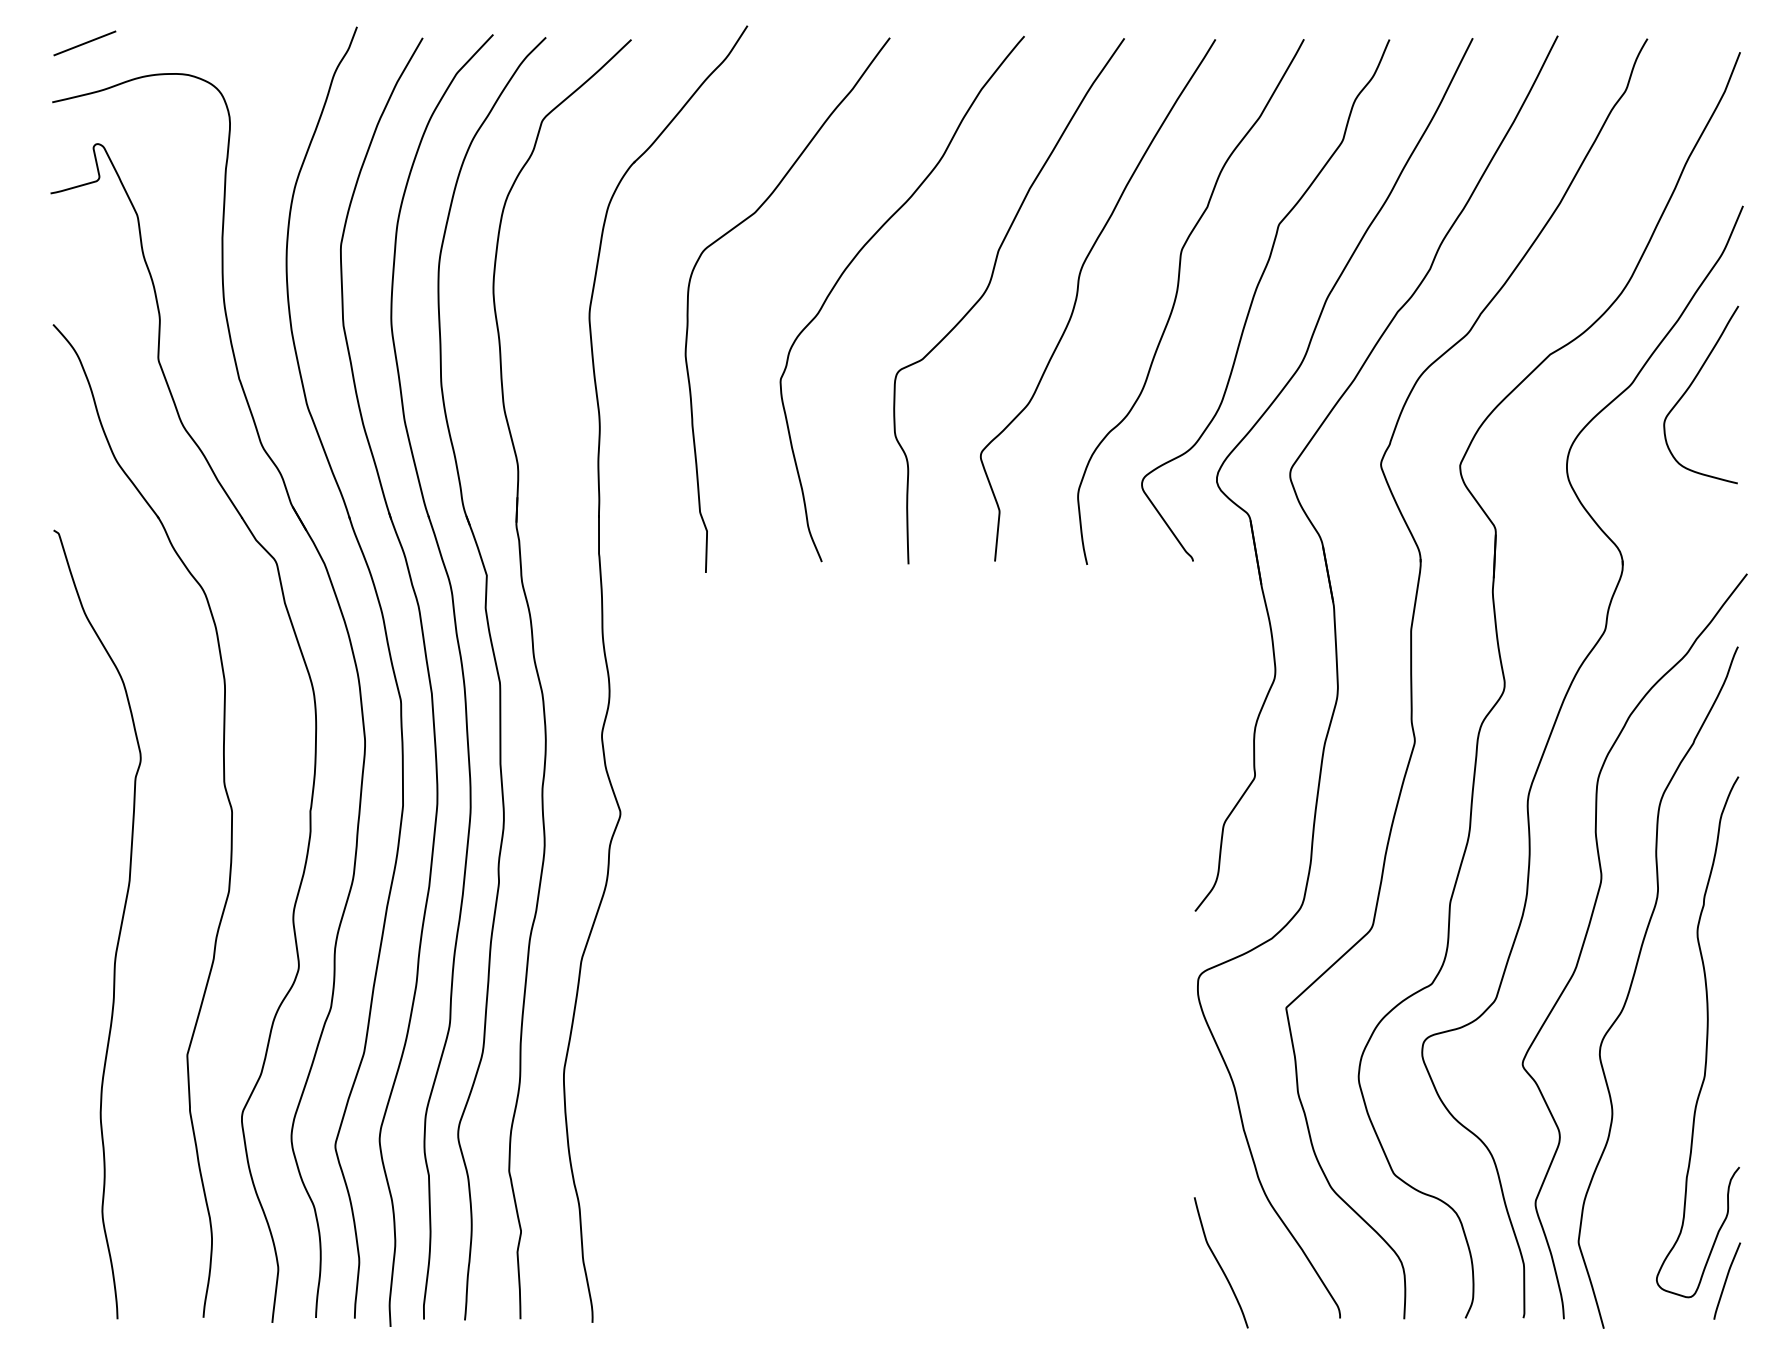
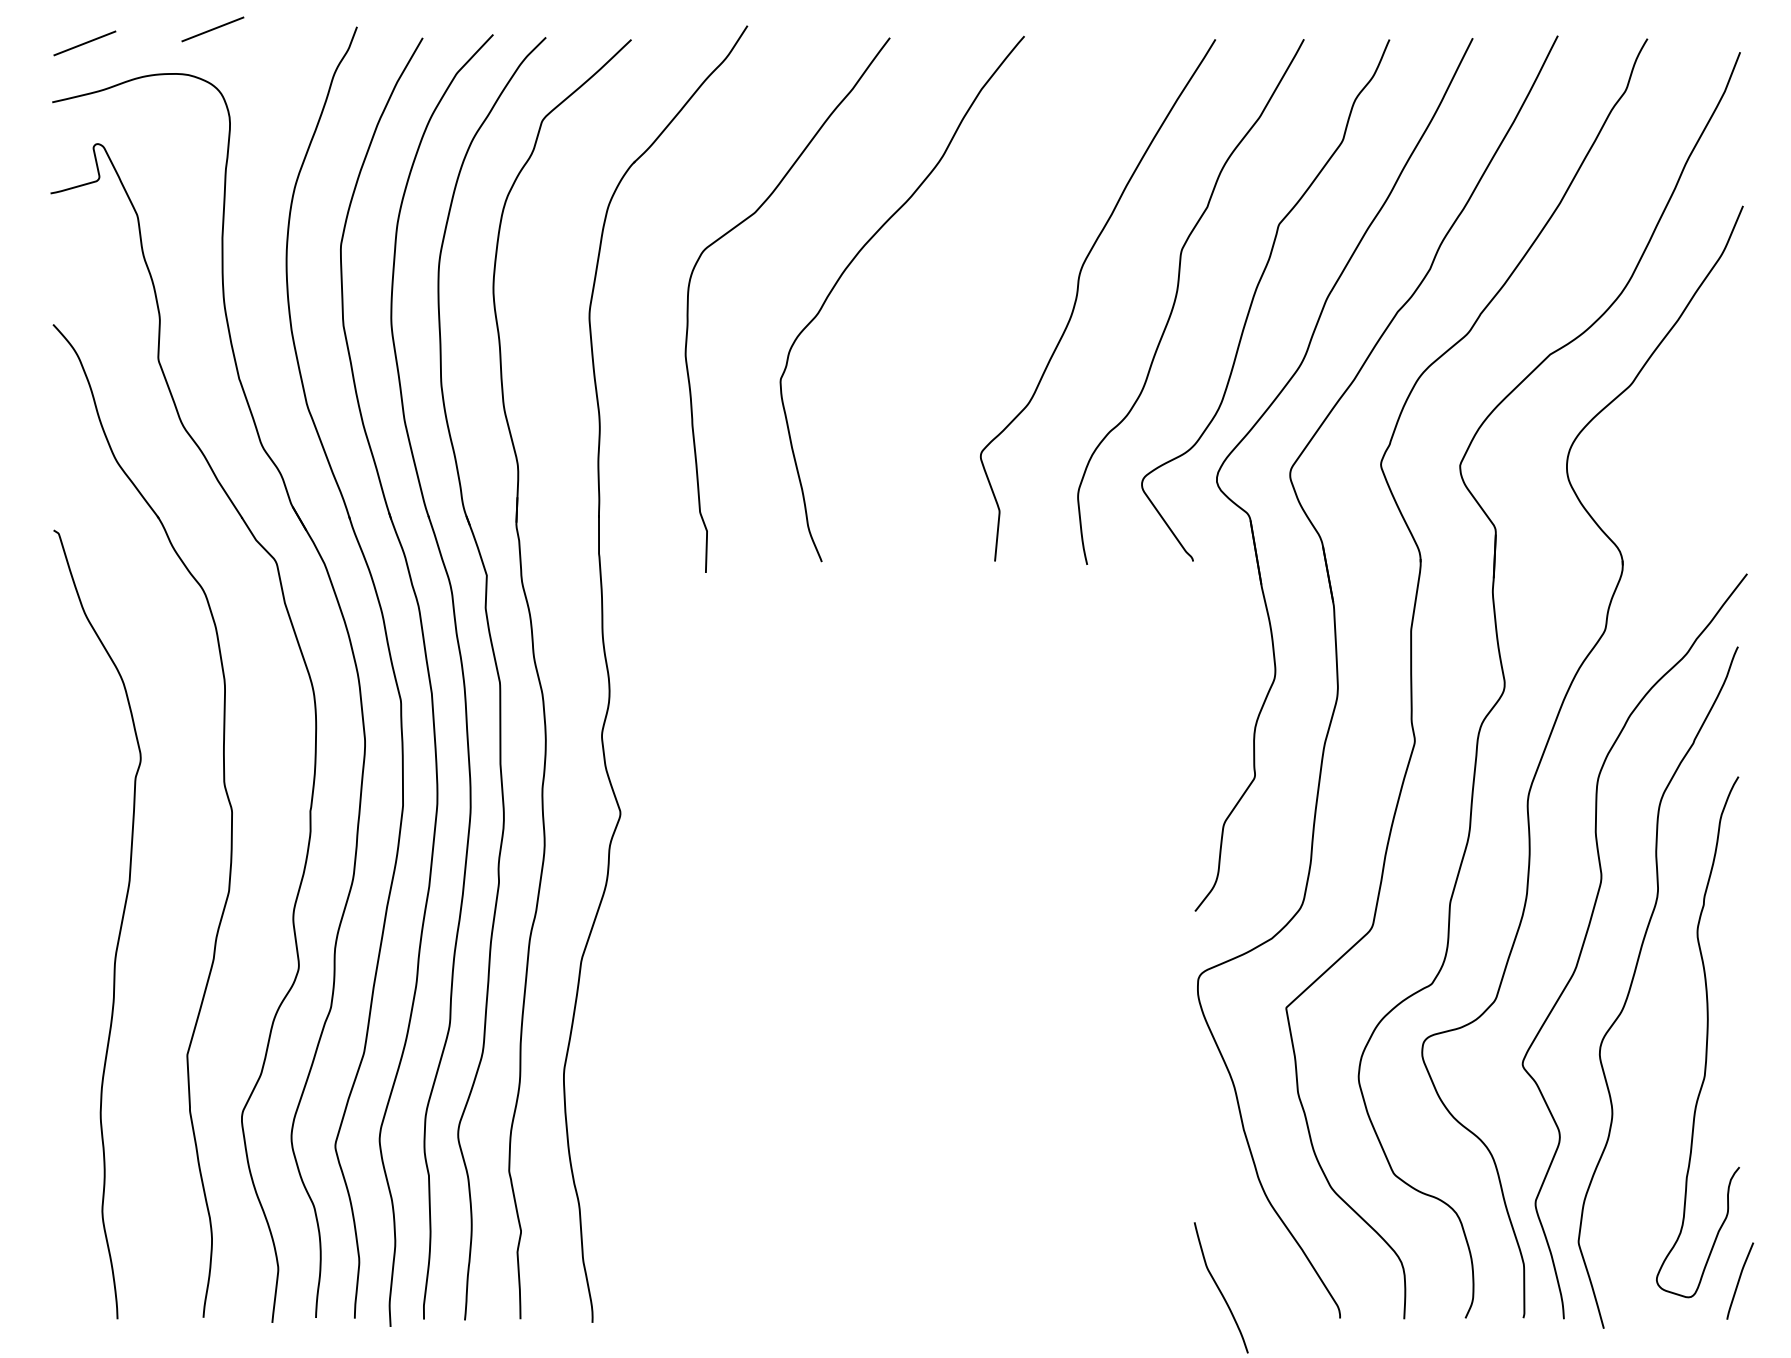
line at (212, 29): none -> present
curve at (987, 290): present -> none
curve at (1690, 387): present -> none
curve at (1219, 1262) position: (1219, 1262) -> (1219, 1287)
curve at (1727, 1279) position: (1727, 1279) -> (1740, 1279)
